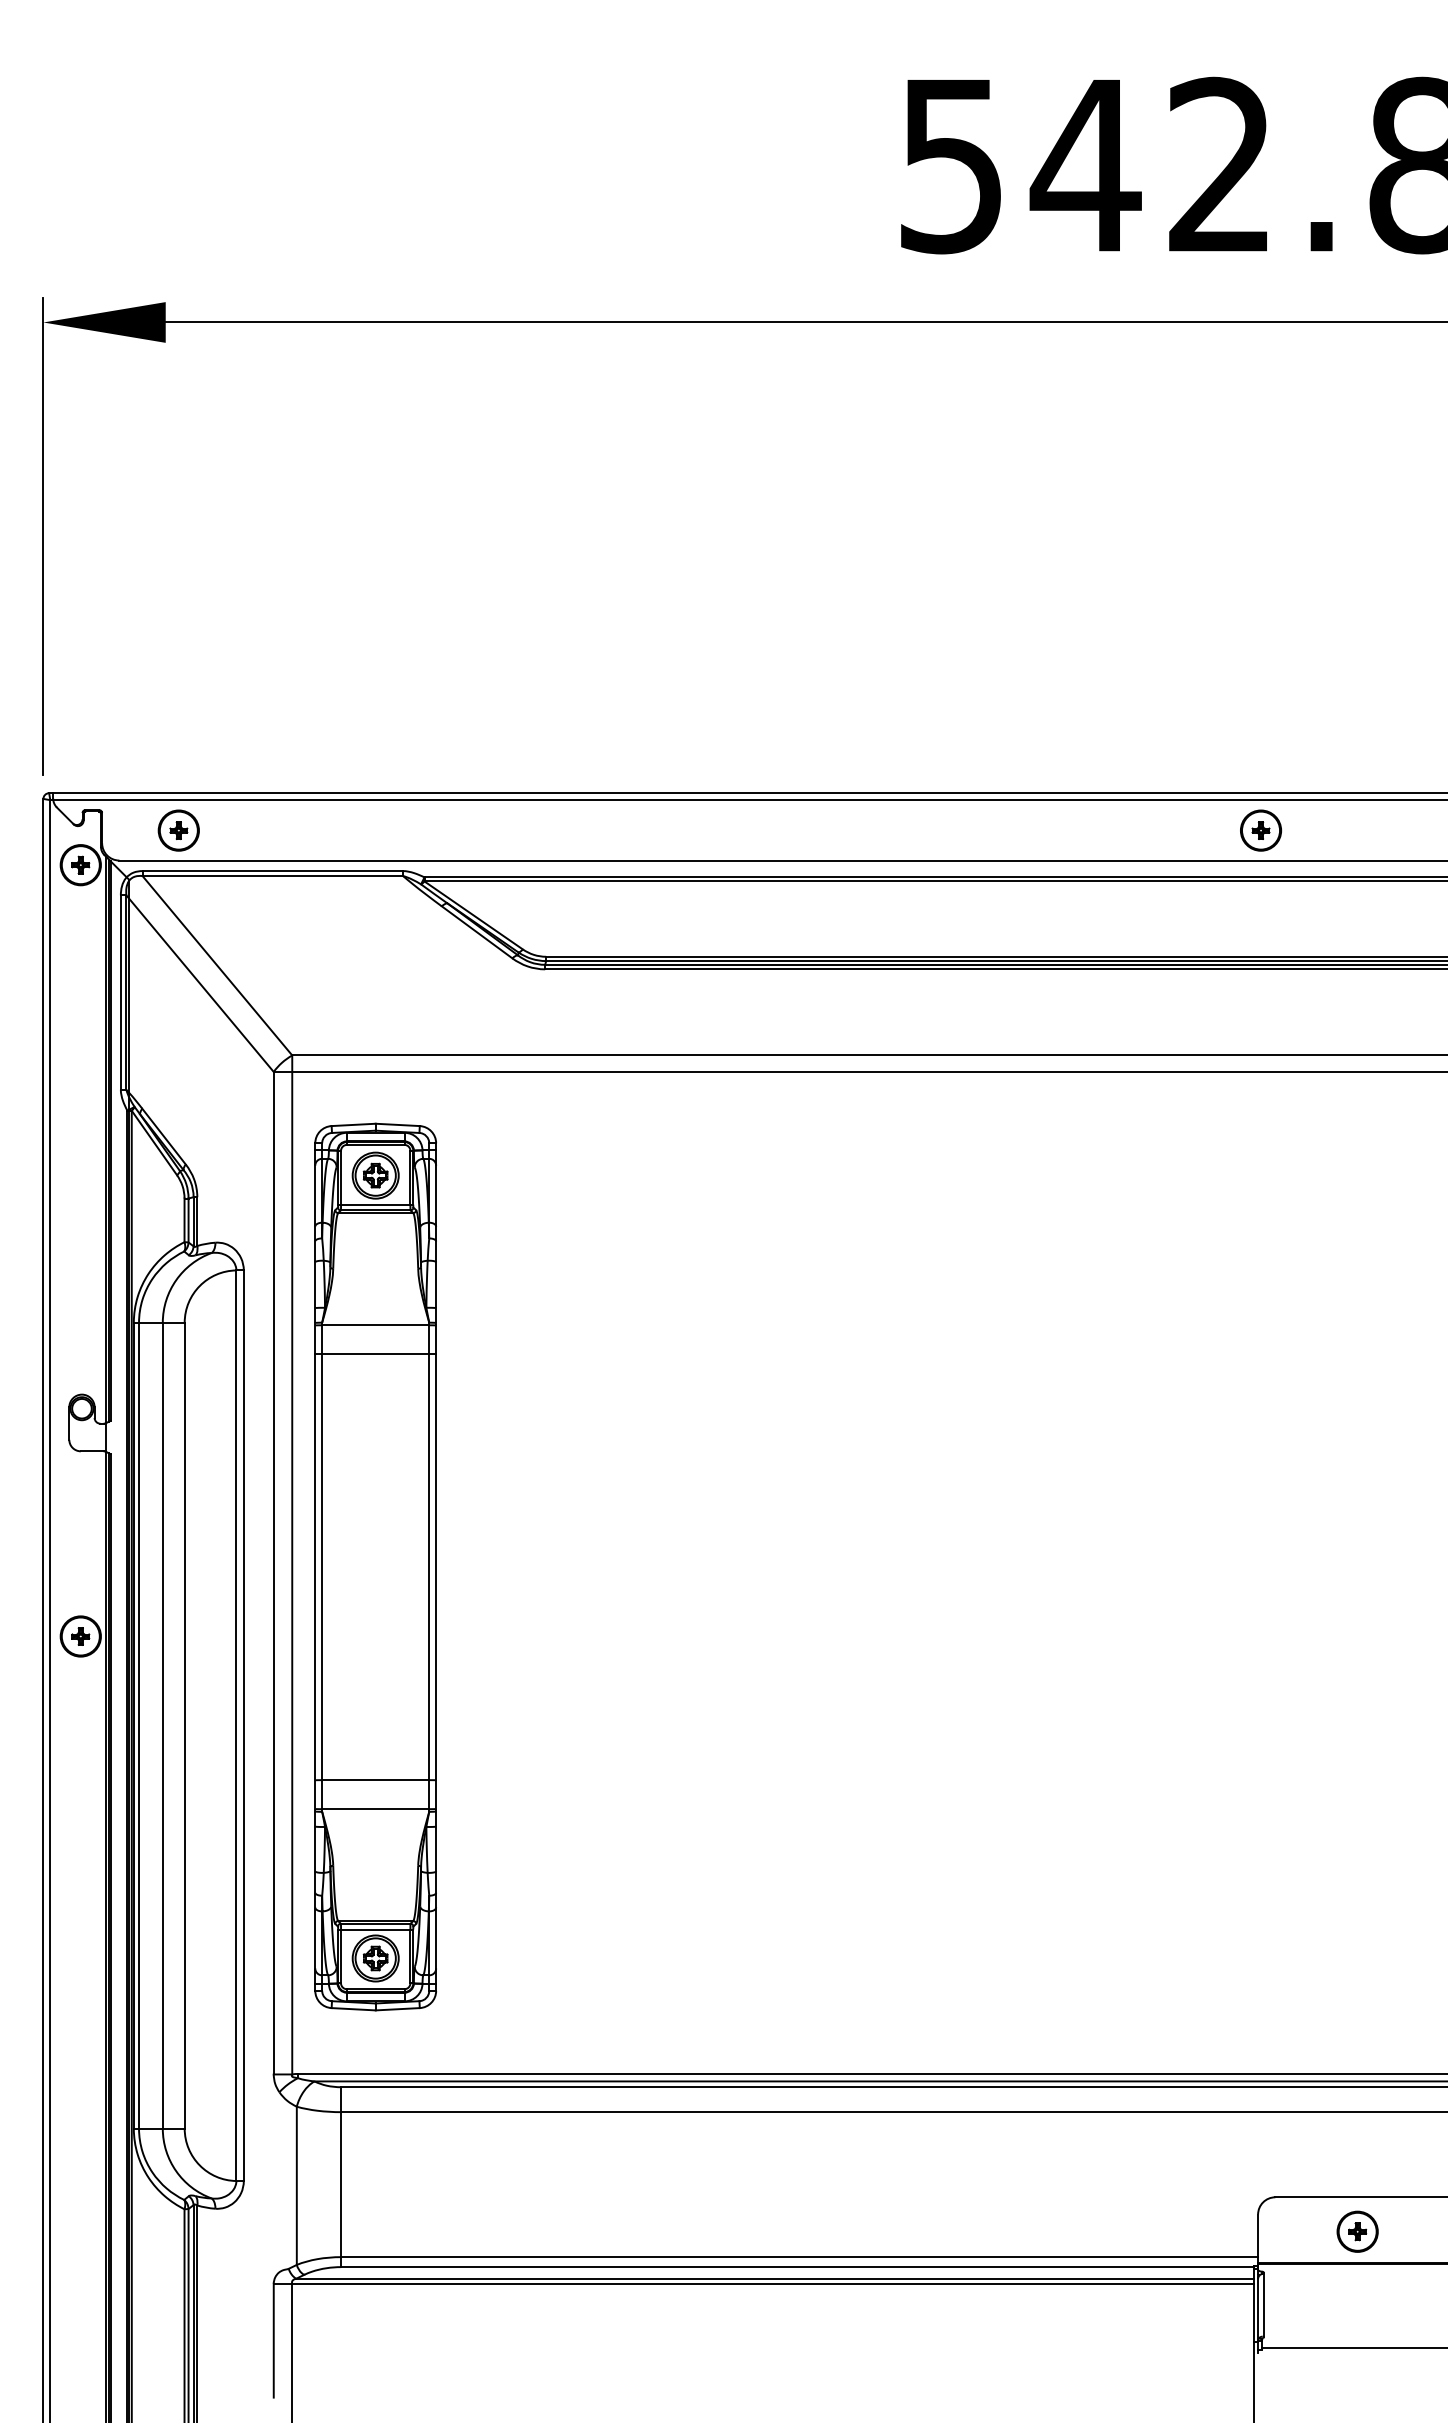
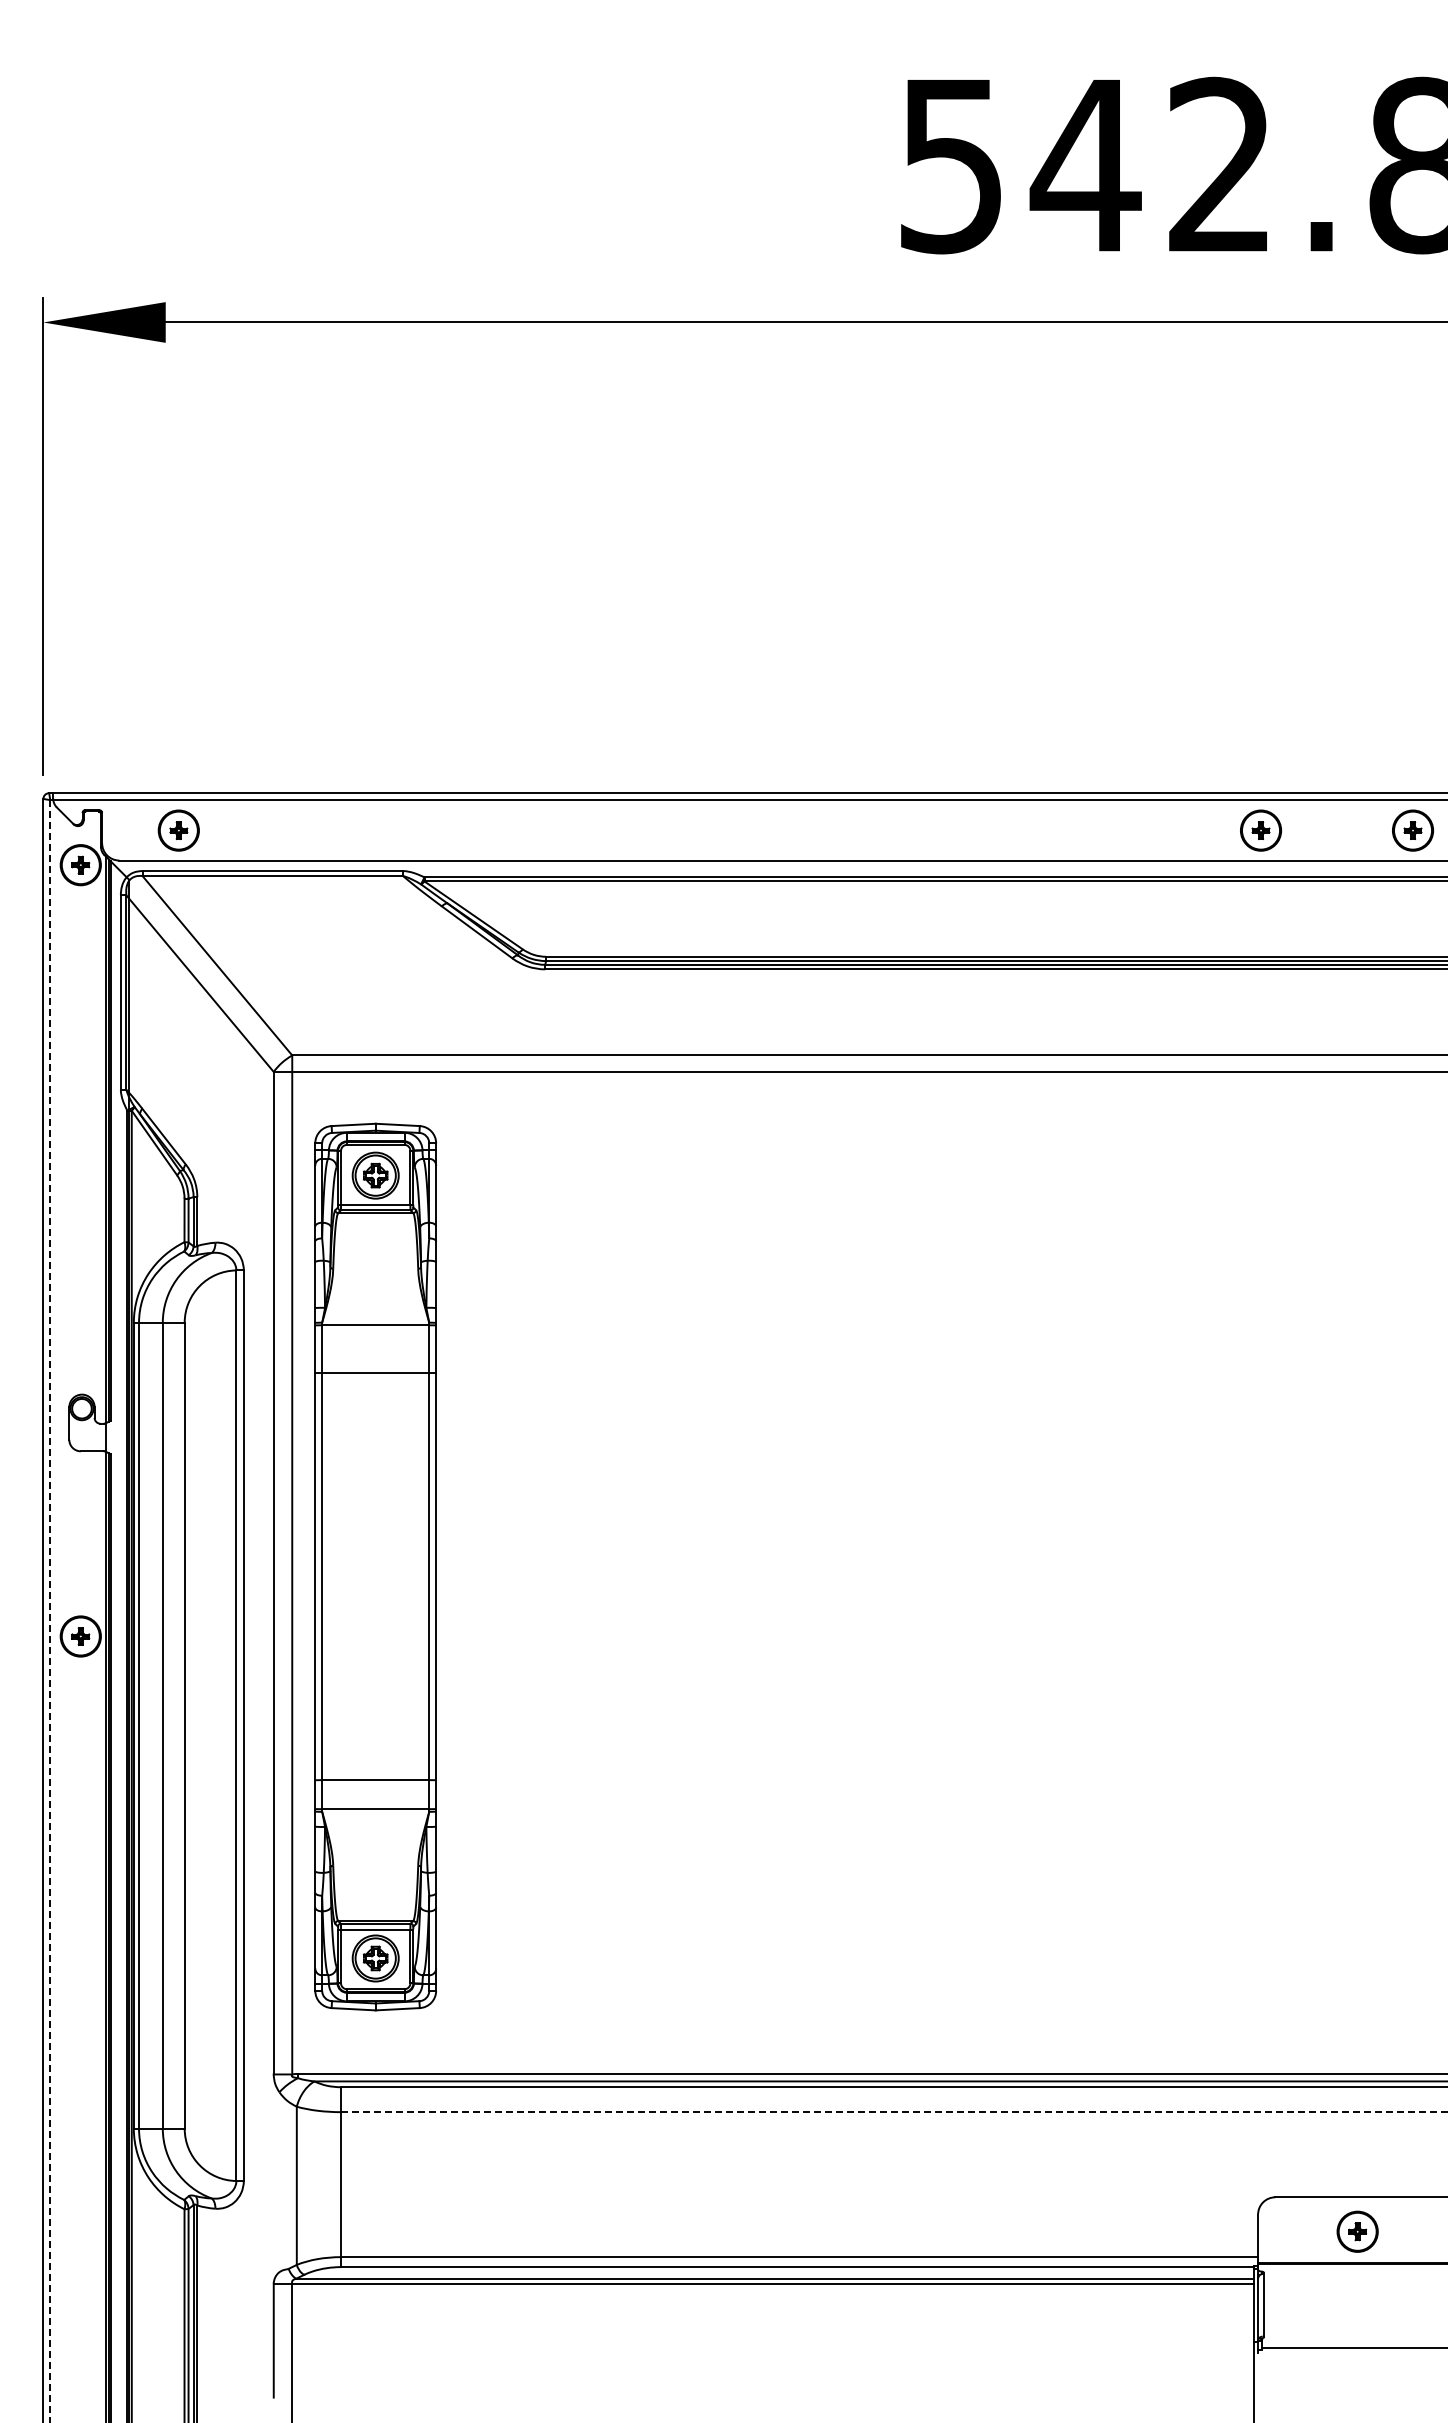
part at (1413, 830): none -> present
line at (375, 1354) position: (375, 1354) -> (375, 1373)
line at (50, 1611): solid -> dashed
line at (893, 2112): solid -> dashed
